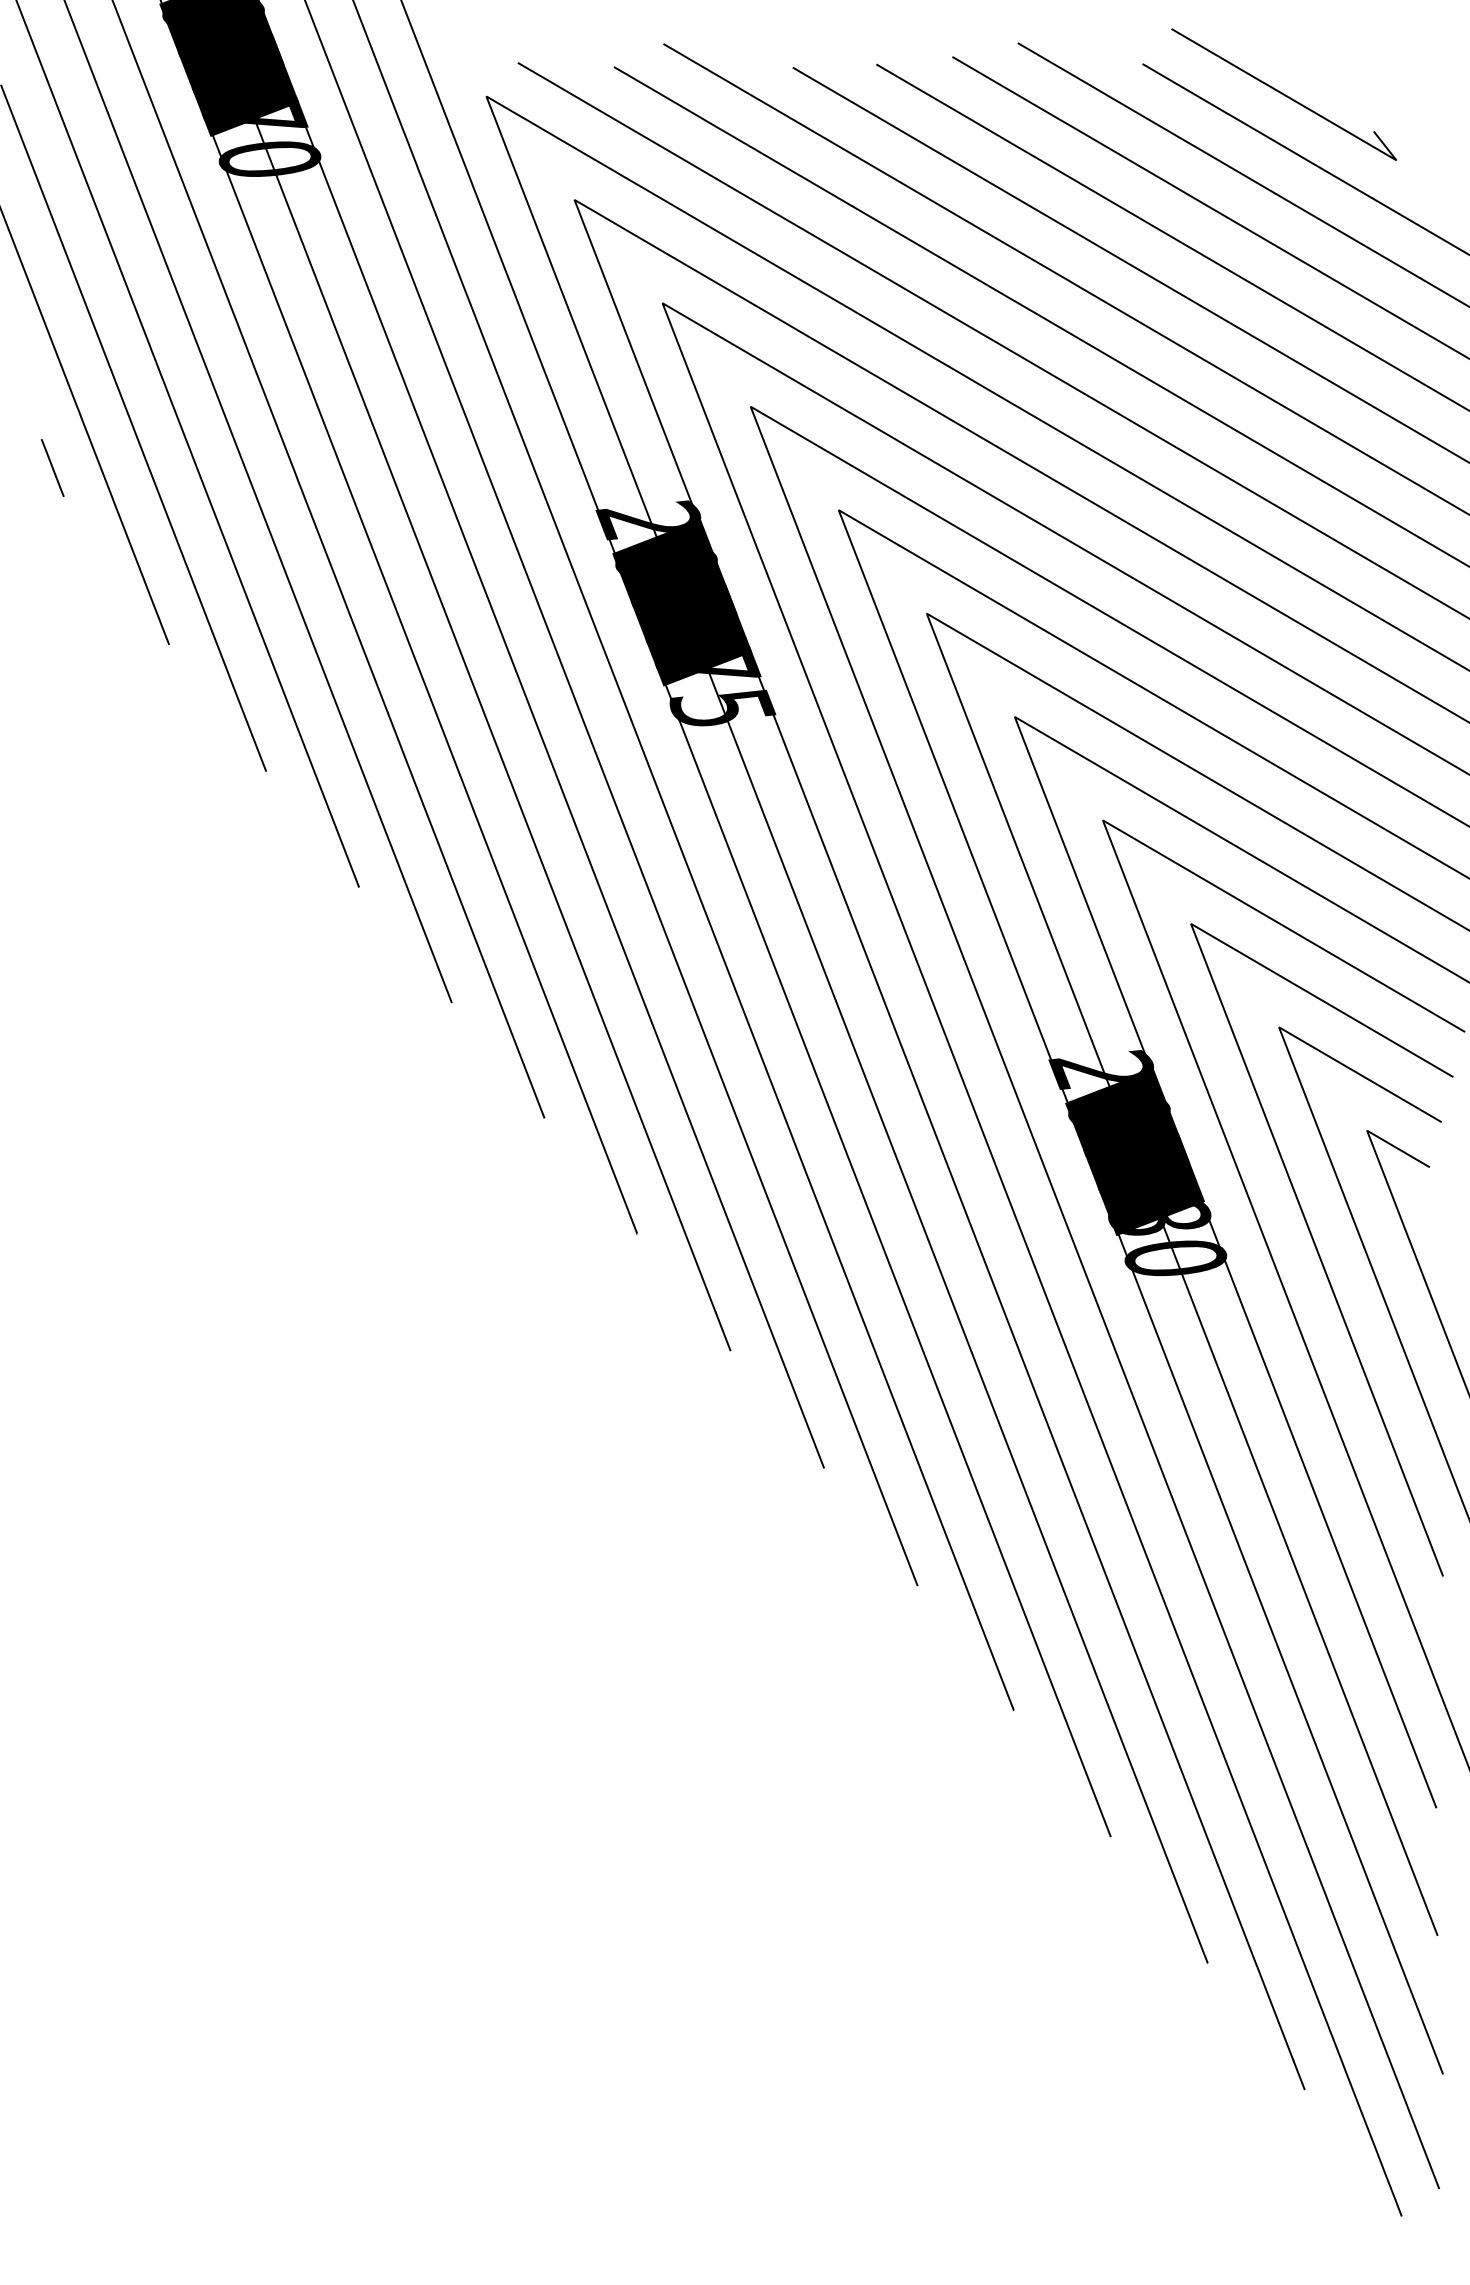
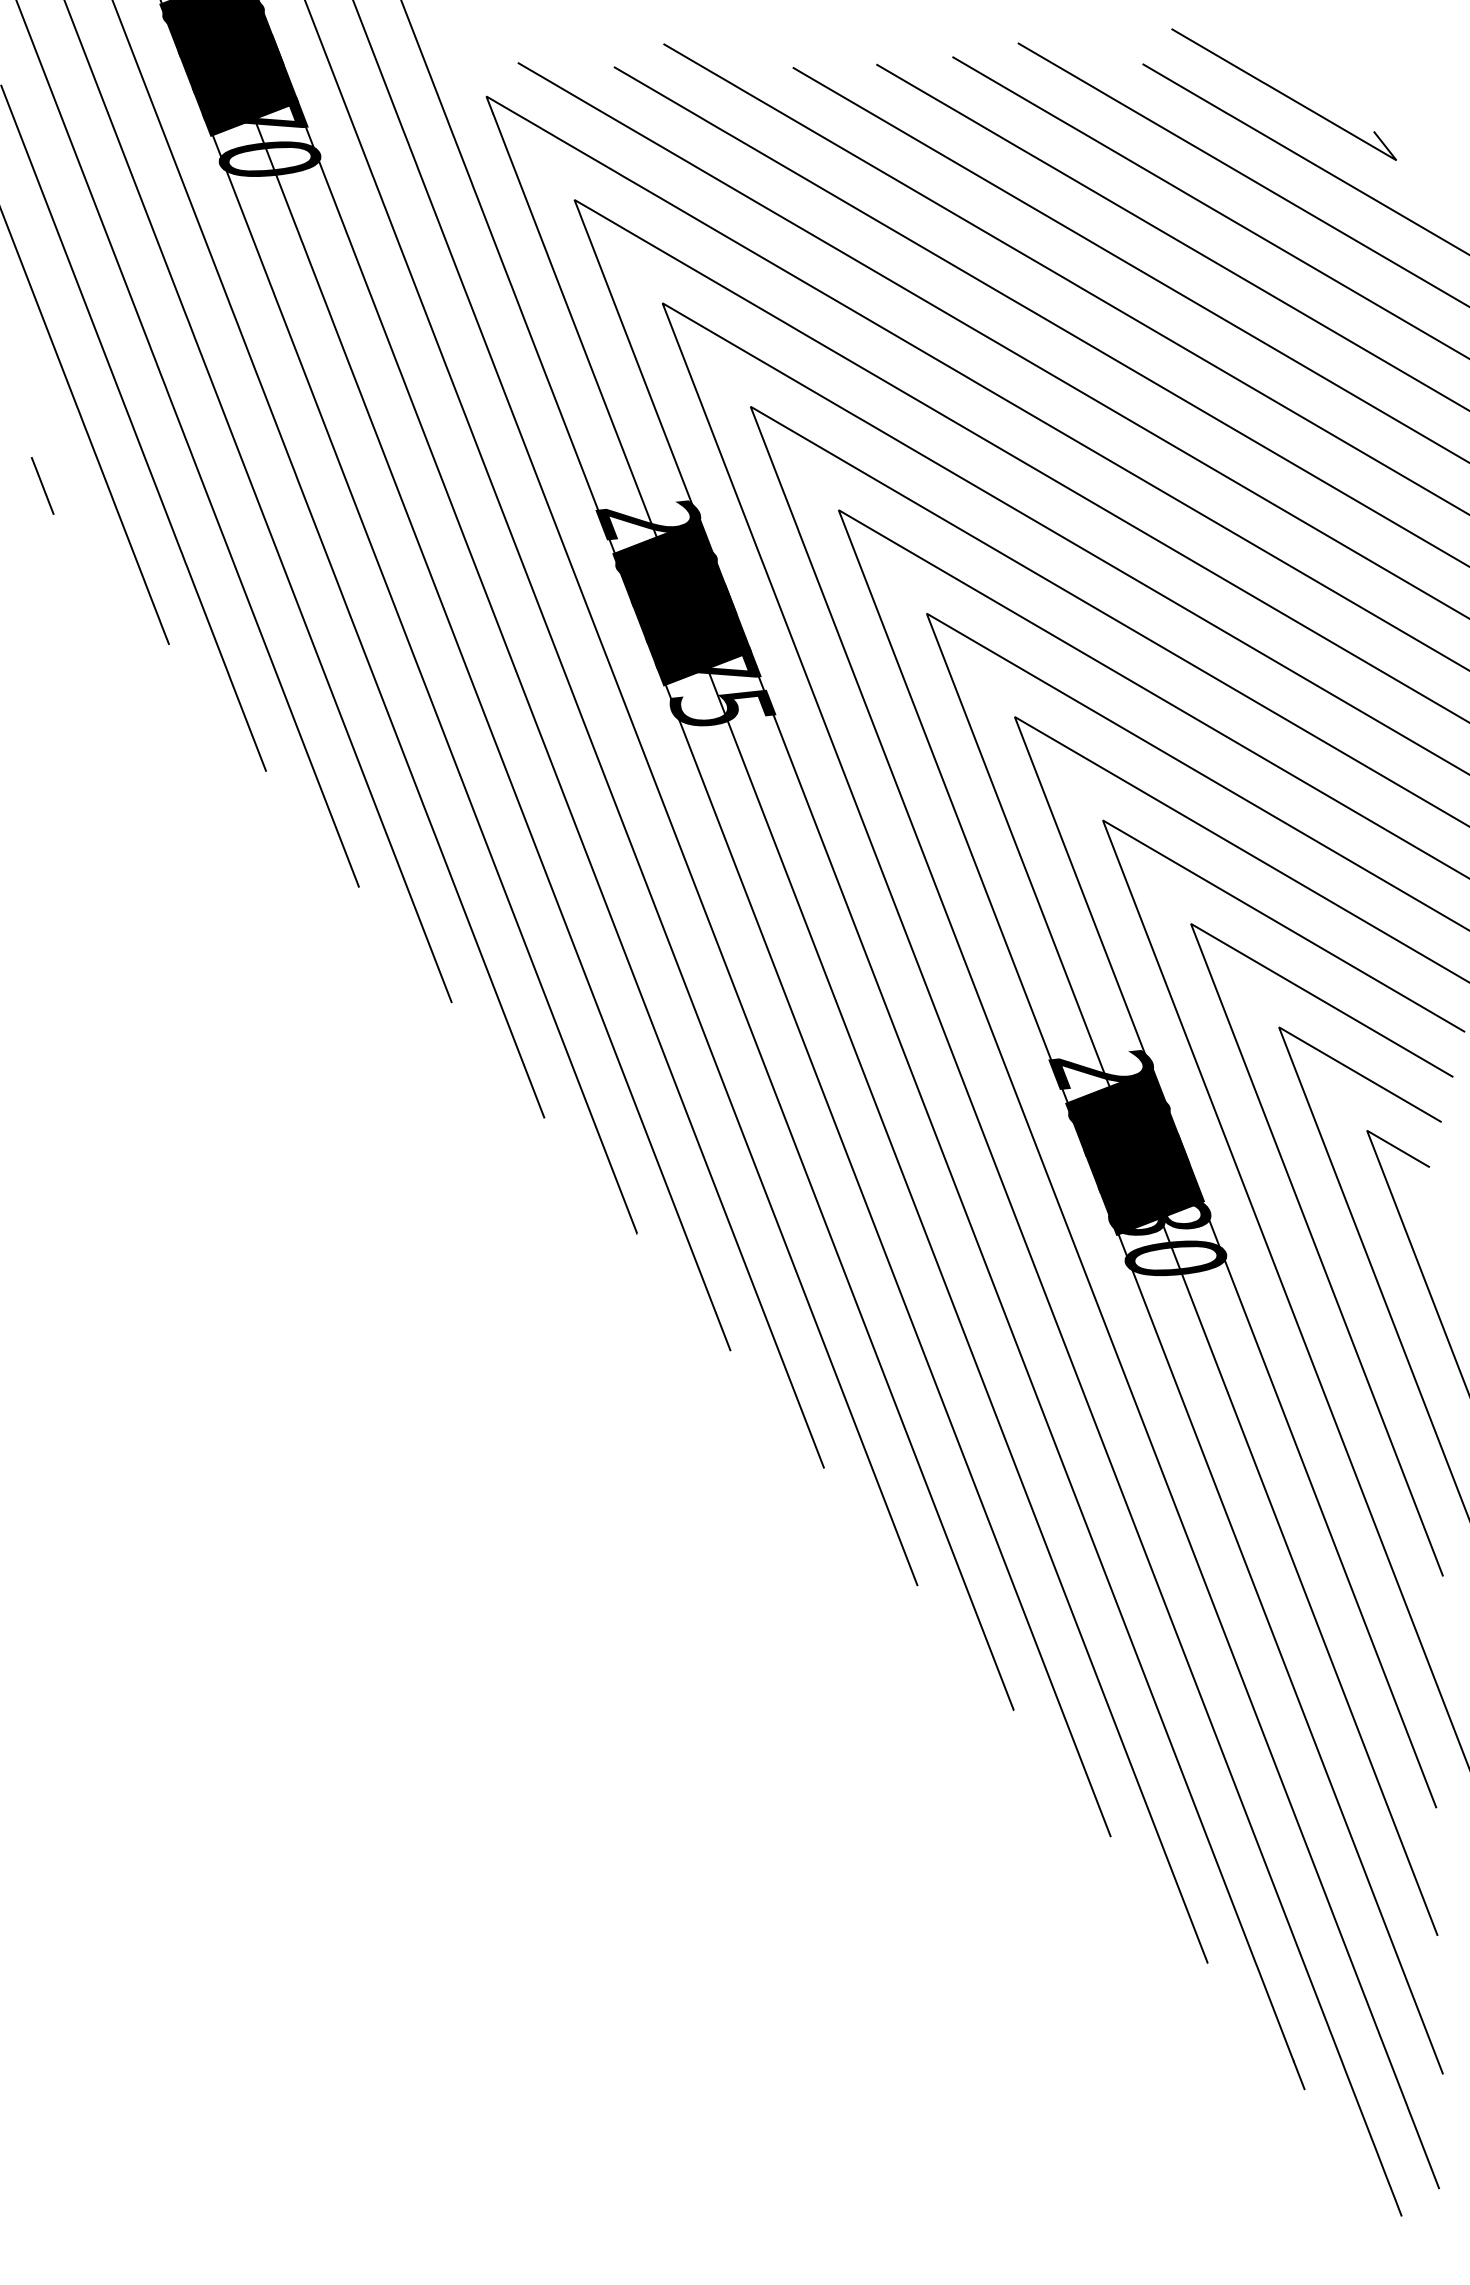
line at (52, 467) position: (52, 467) -> (42, 485)
